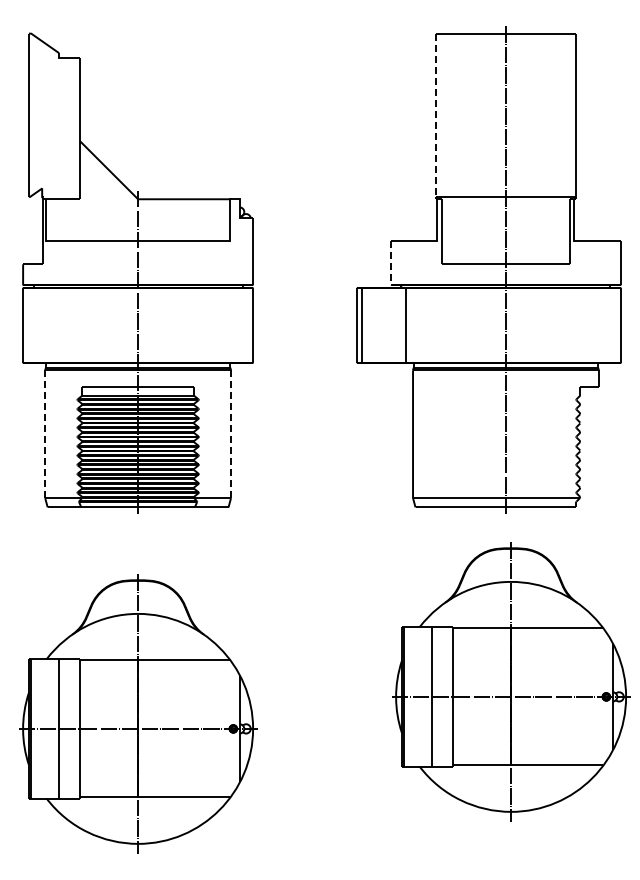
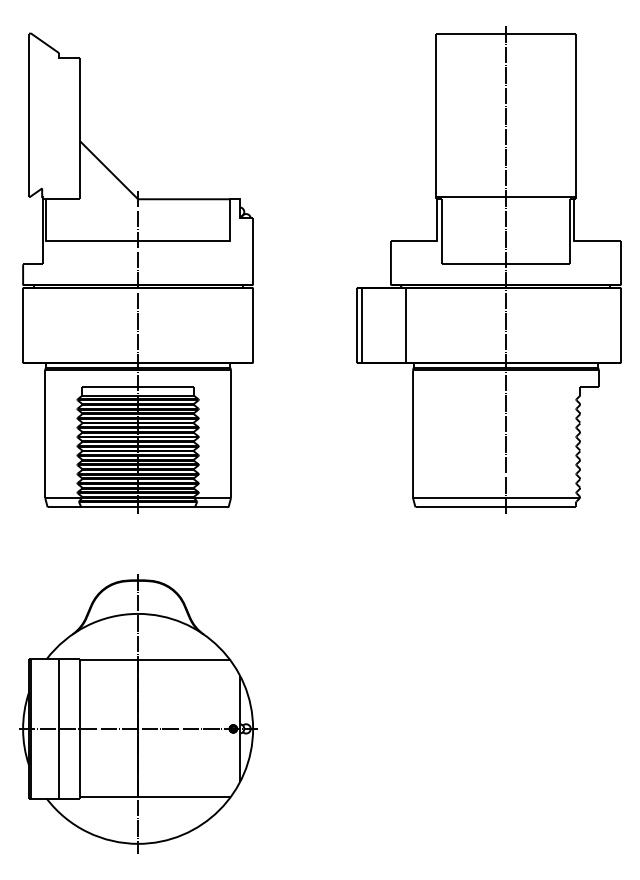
line at (436, 115): dashed -> solid
line at (390, 263): dashed -> solid
line at (45, 434): dashed -> solid
line at (231, 434): dashed -> solid
part at (511, 681): present -> none
